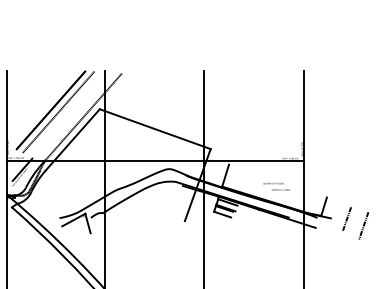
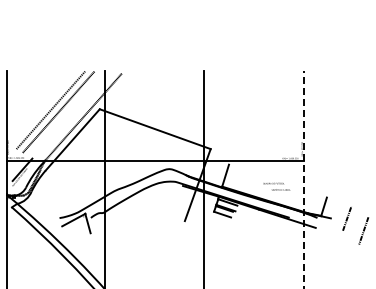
line at (50, 110): present -> none
line at (303, 179): solid -> dashed
line at (363, 225) position: (363, 225) -> (363, 230)
